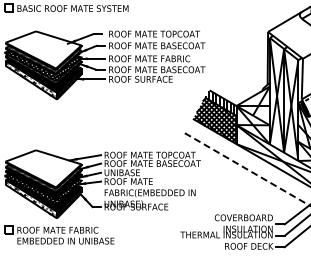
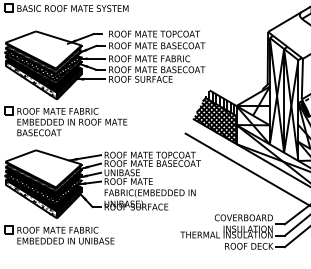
part at (65, 121): none -> present
line at (247, 169): dashed -> solid
